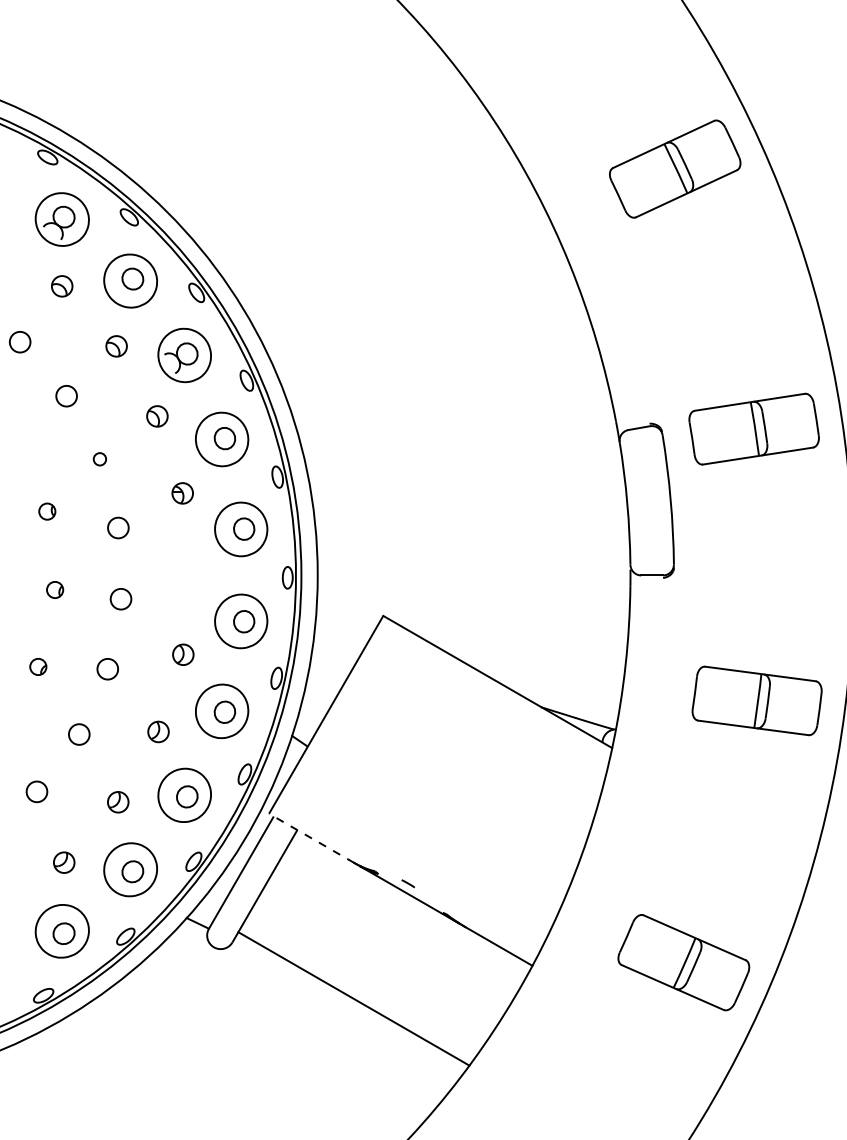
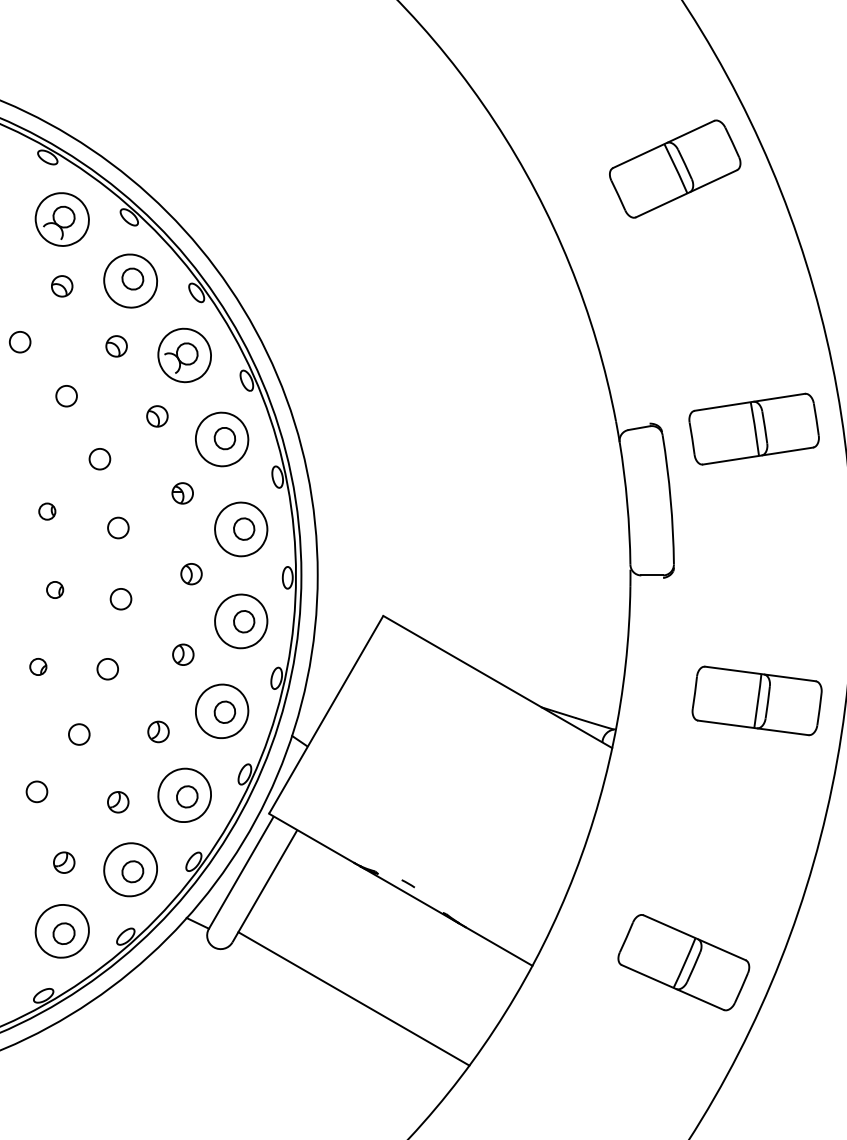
circle at (99, 459) size: 15x15 px -> 24x23 px
part at (191, 574): none -> present
line at (311, 838): dashed -> solid
